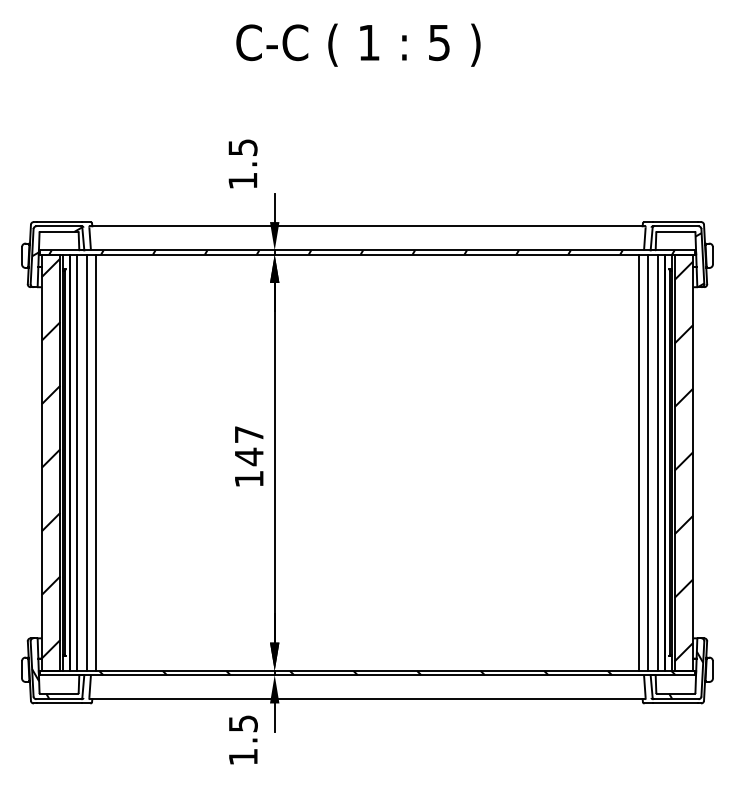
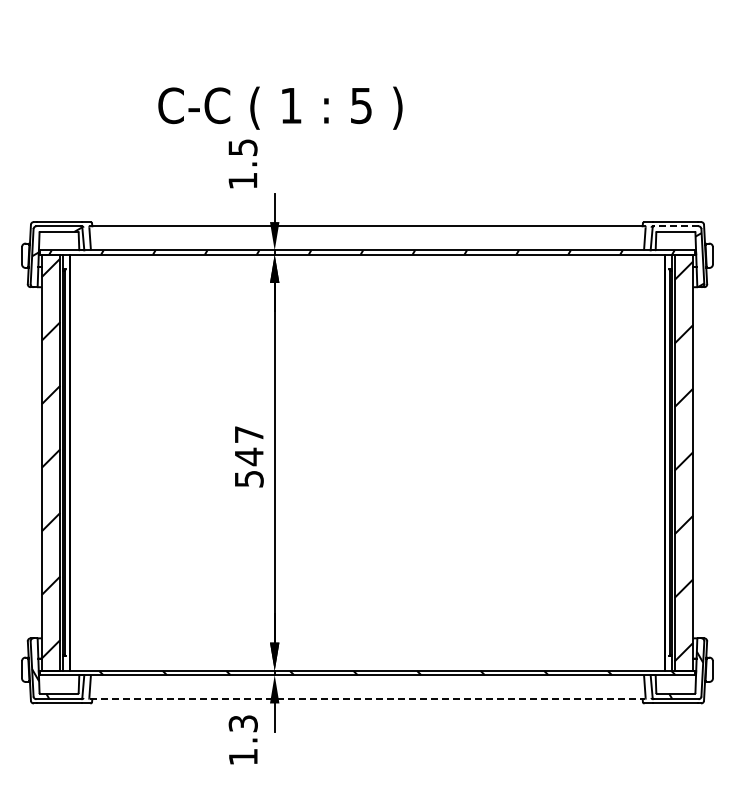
text at (358, 44) position: (358, 44) -> (280, 107)
line at (675, 226): solid -> dashed
line at (77, 462): present -> none
line at (87, 462): present -> none
line at (96, 462): present -> none
line at (638, 462): present -> none
line at (647, 462): present -> none
line at (657, 462): present -> none
text at (249, 479): 147 -> 547
line at (367, 699): solid -> dashed
text at (242, 723): 1.5 -> 1.3
